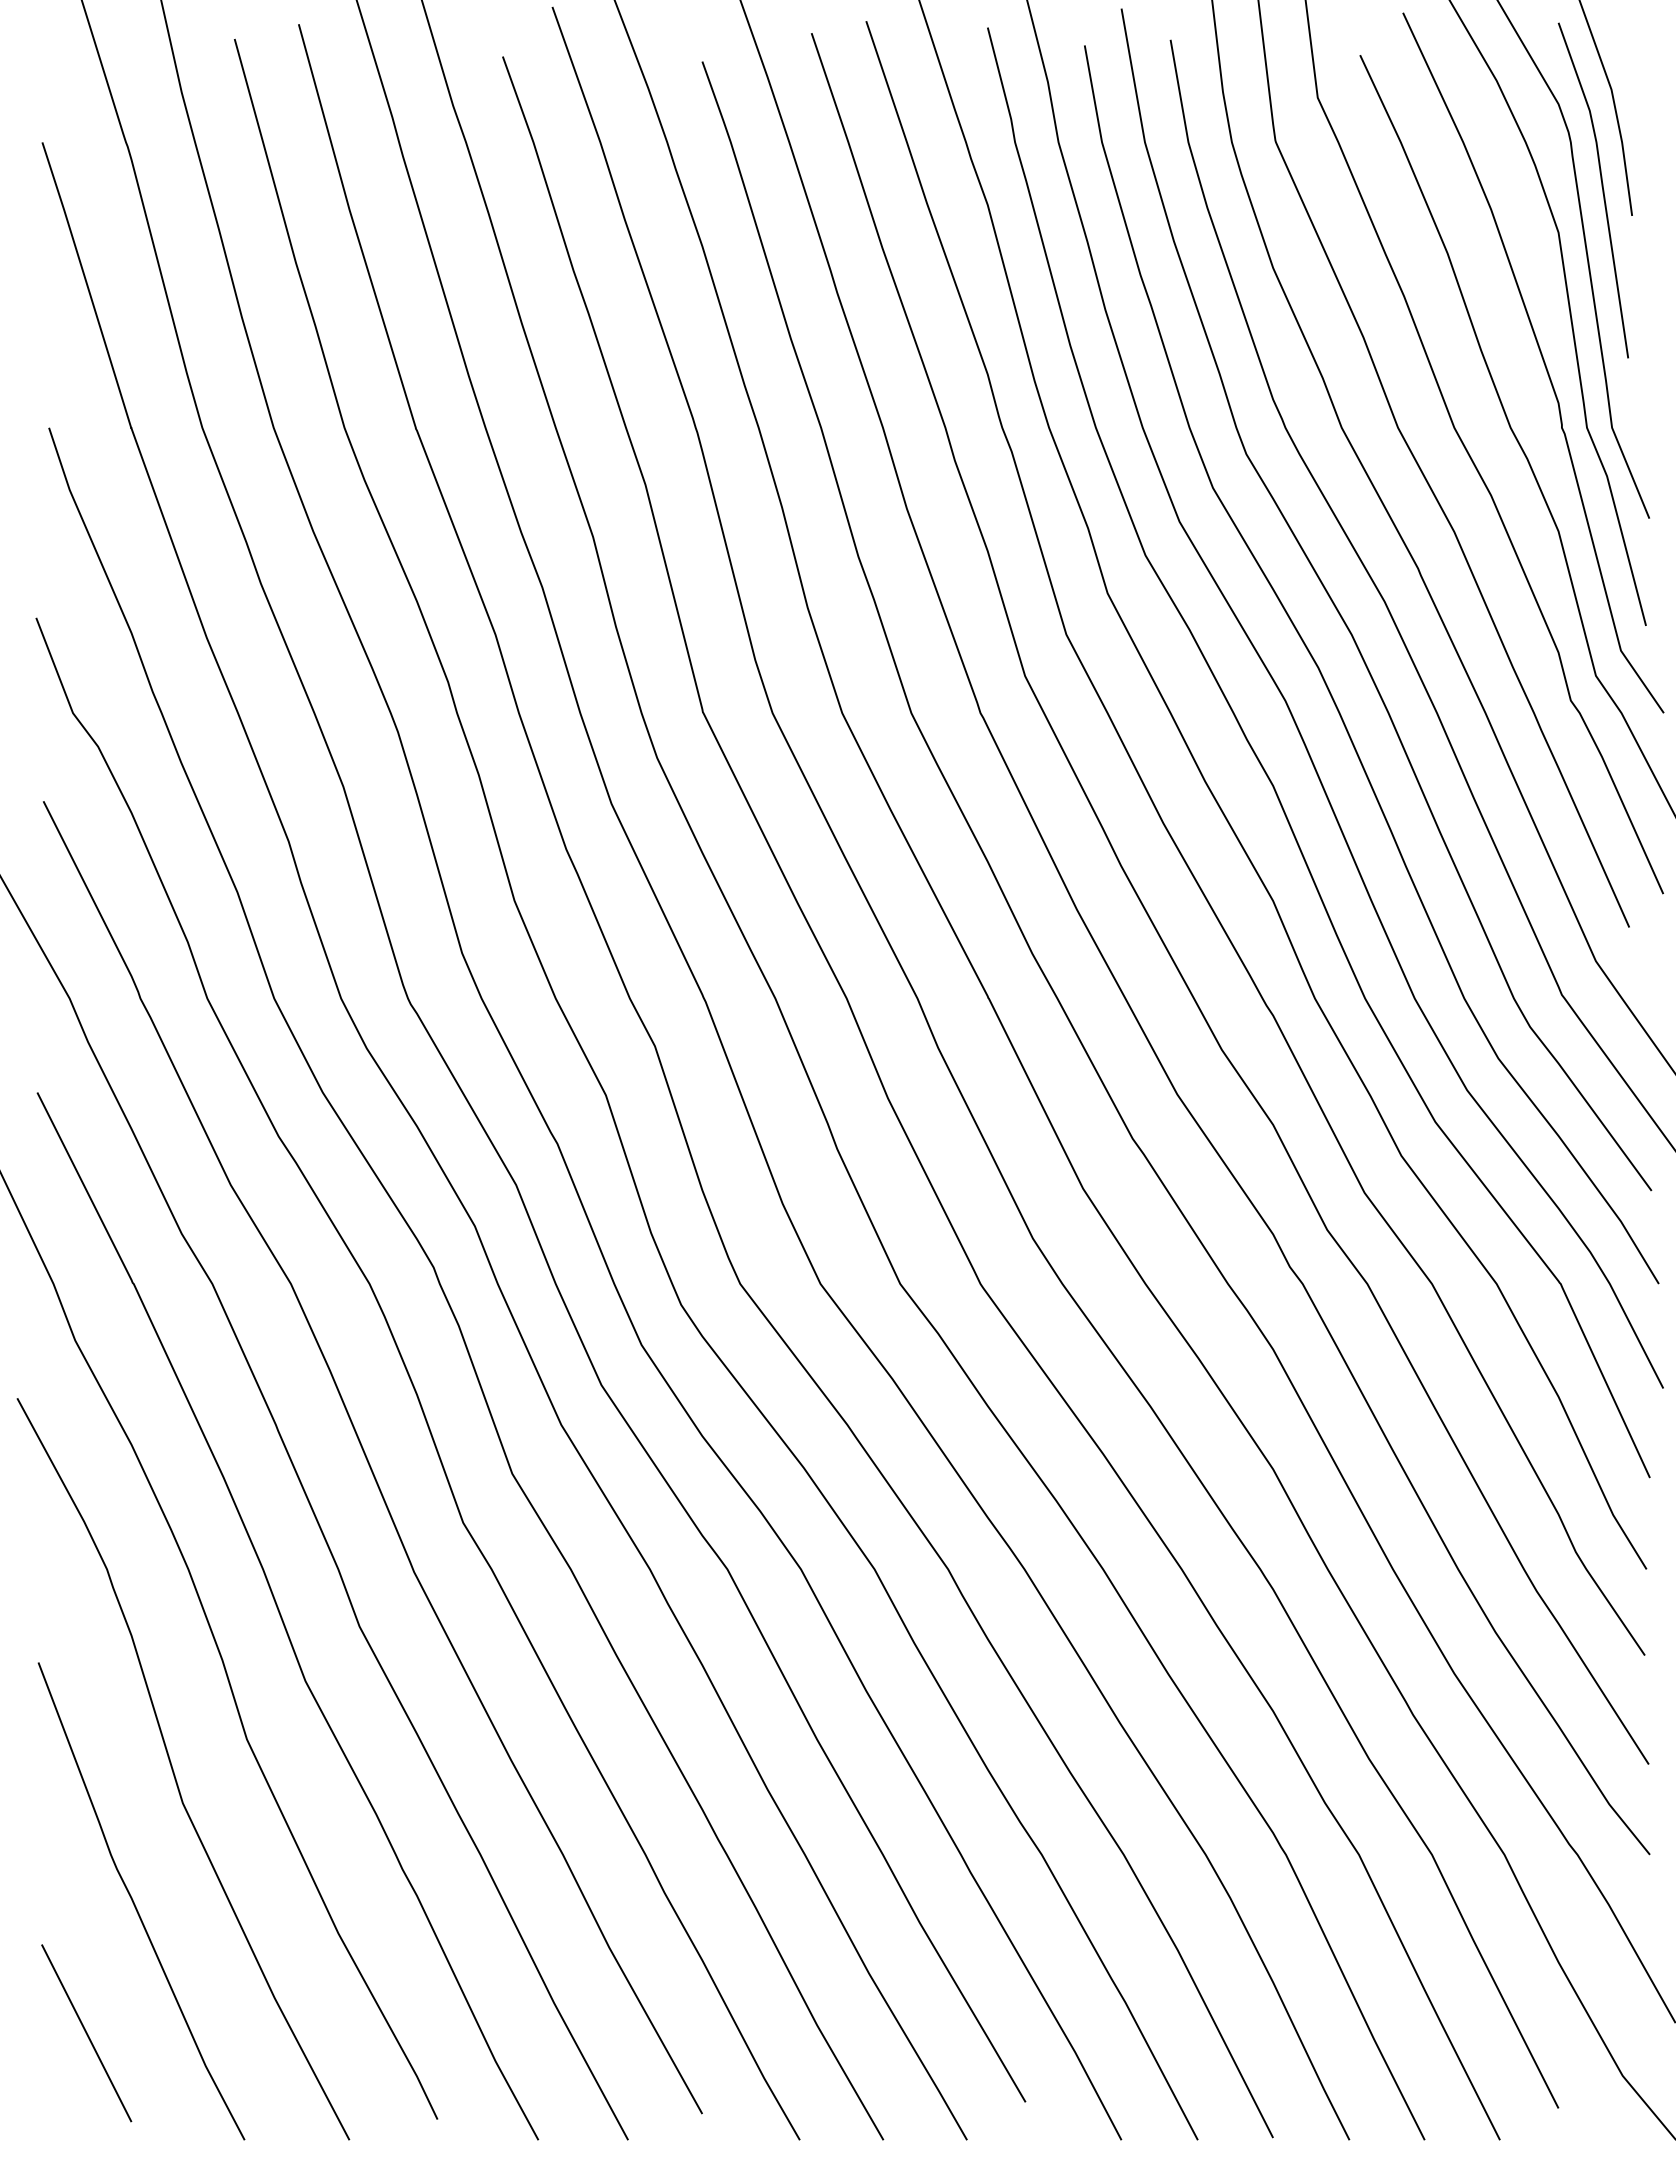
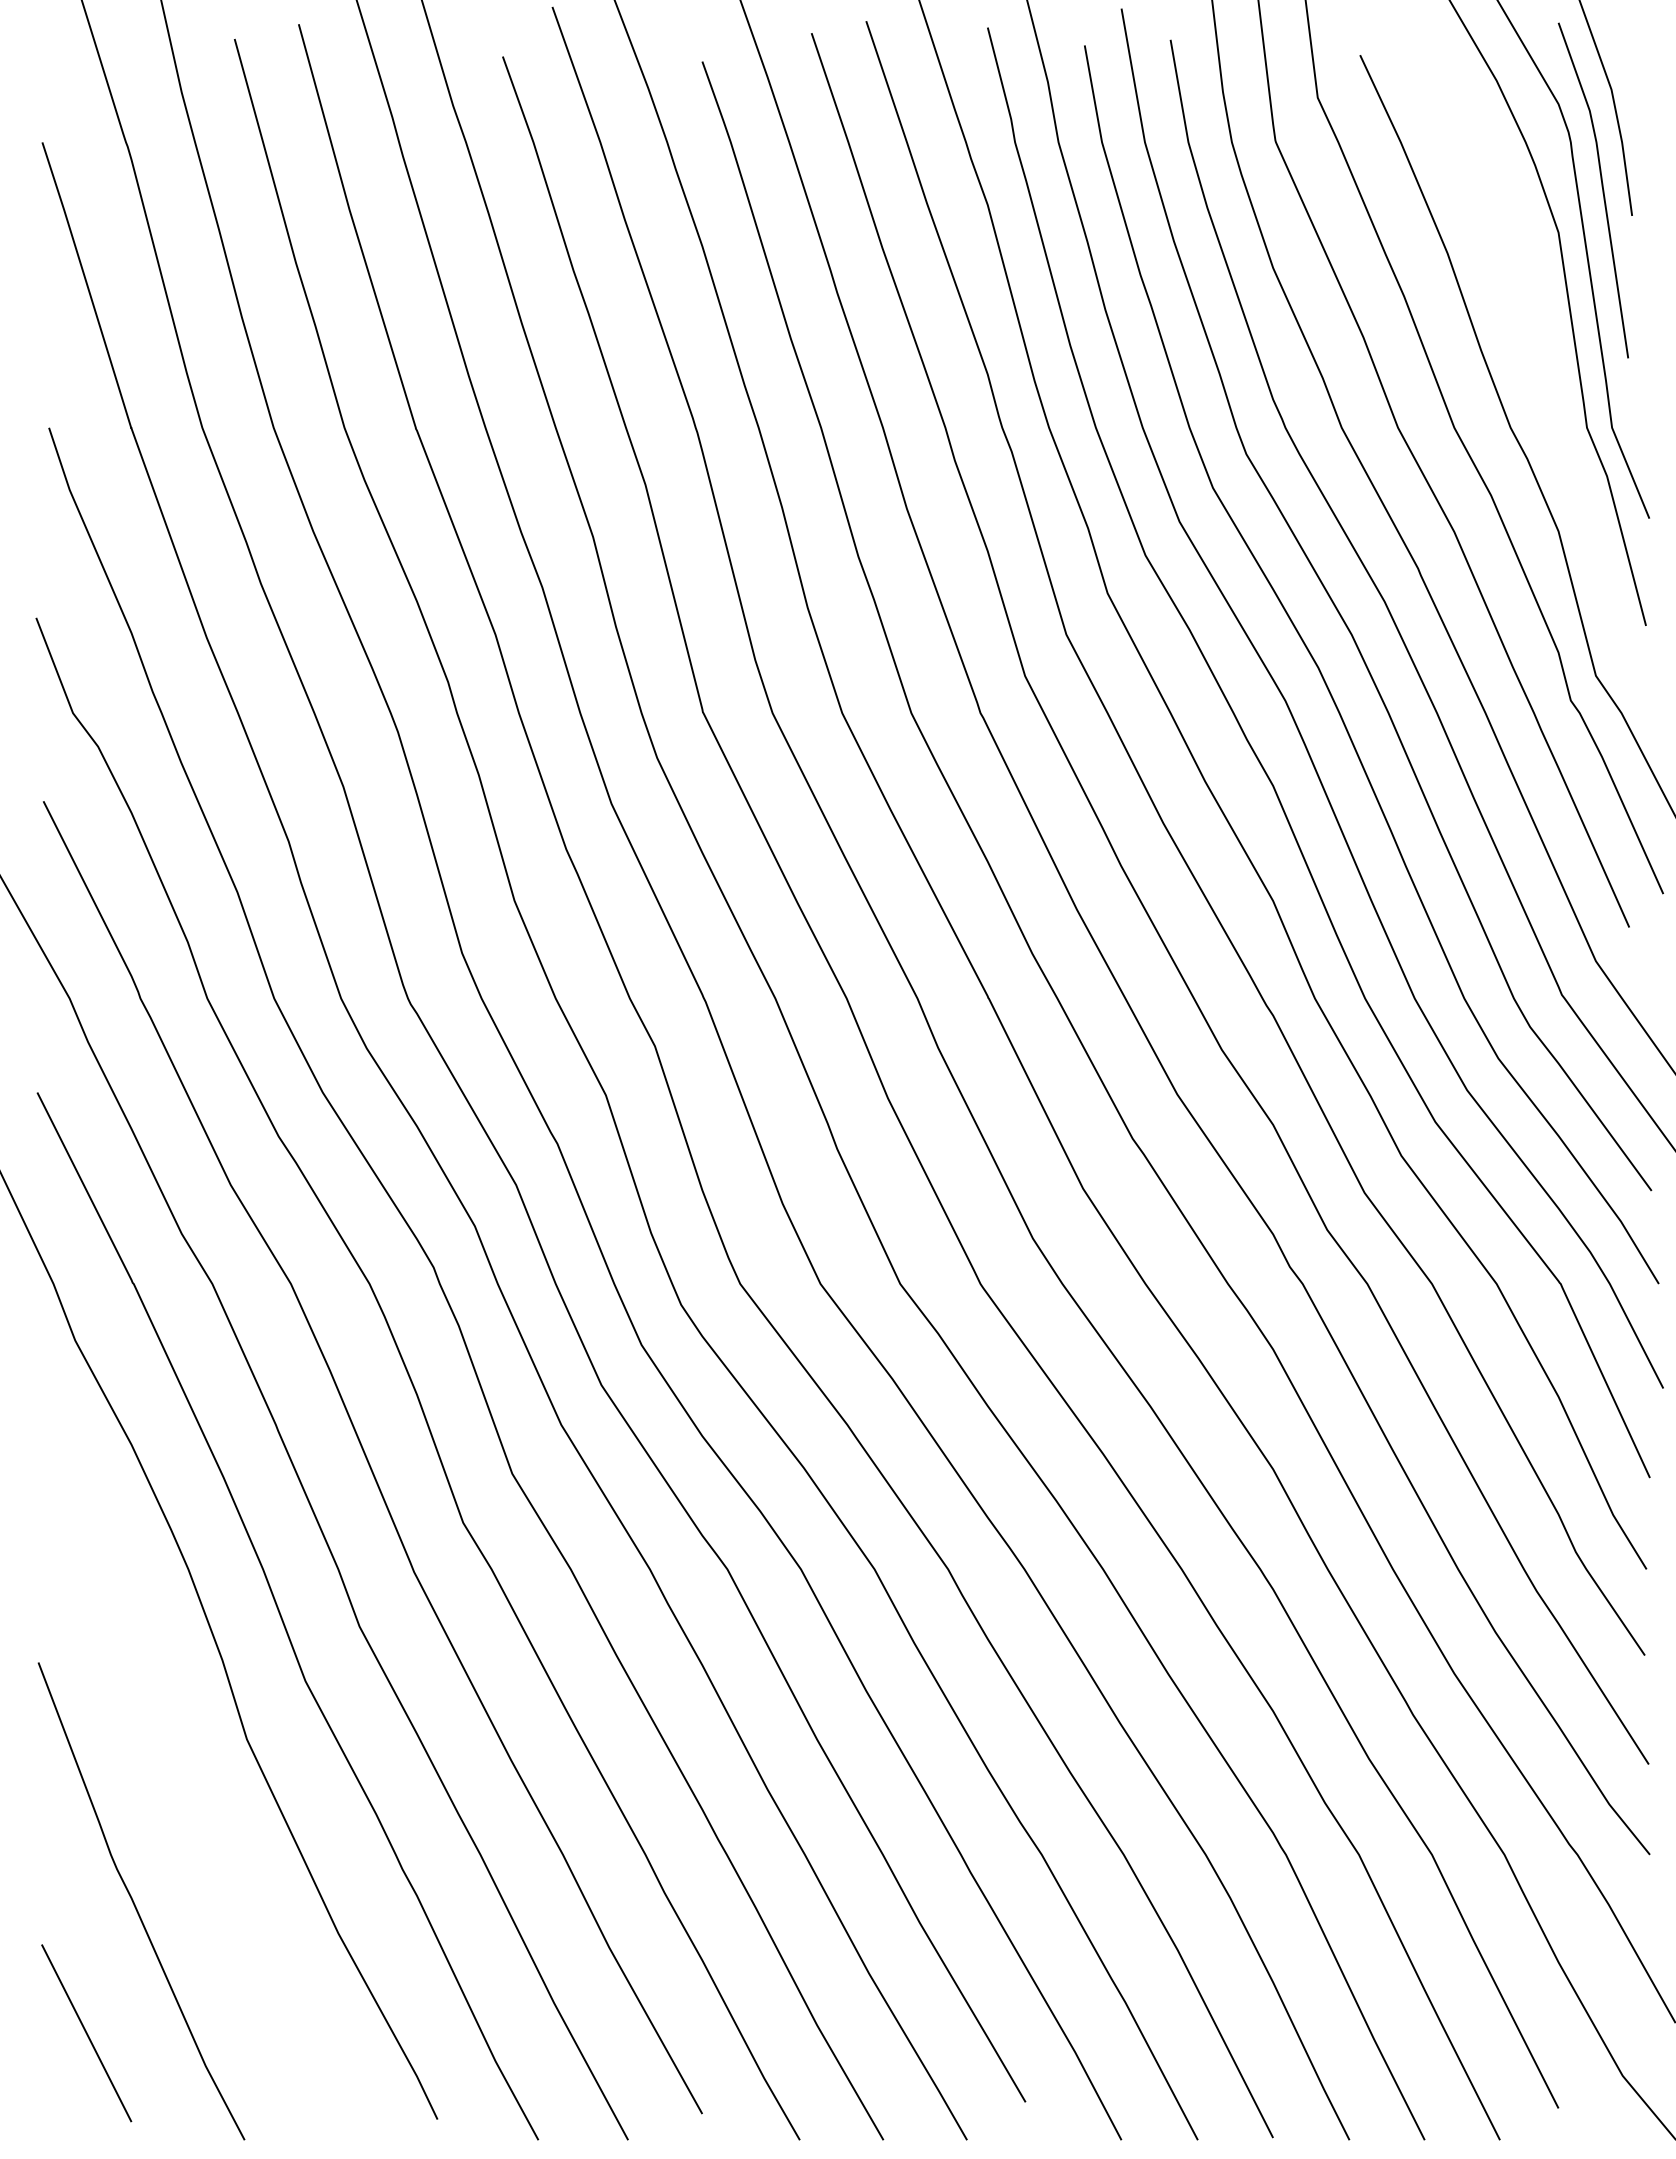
curve at (1542, 360): present -> none
curve at (174, 1771): present -> none
